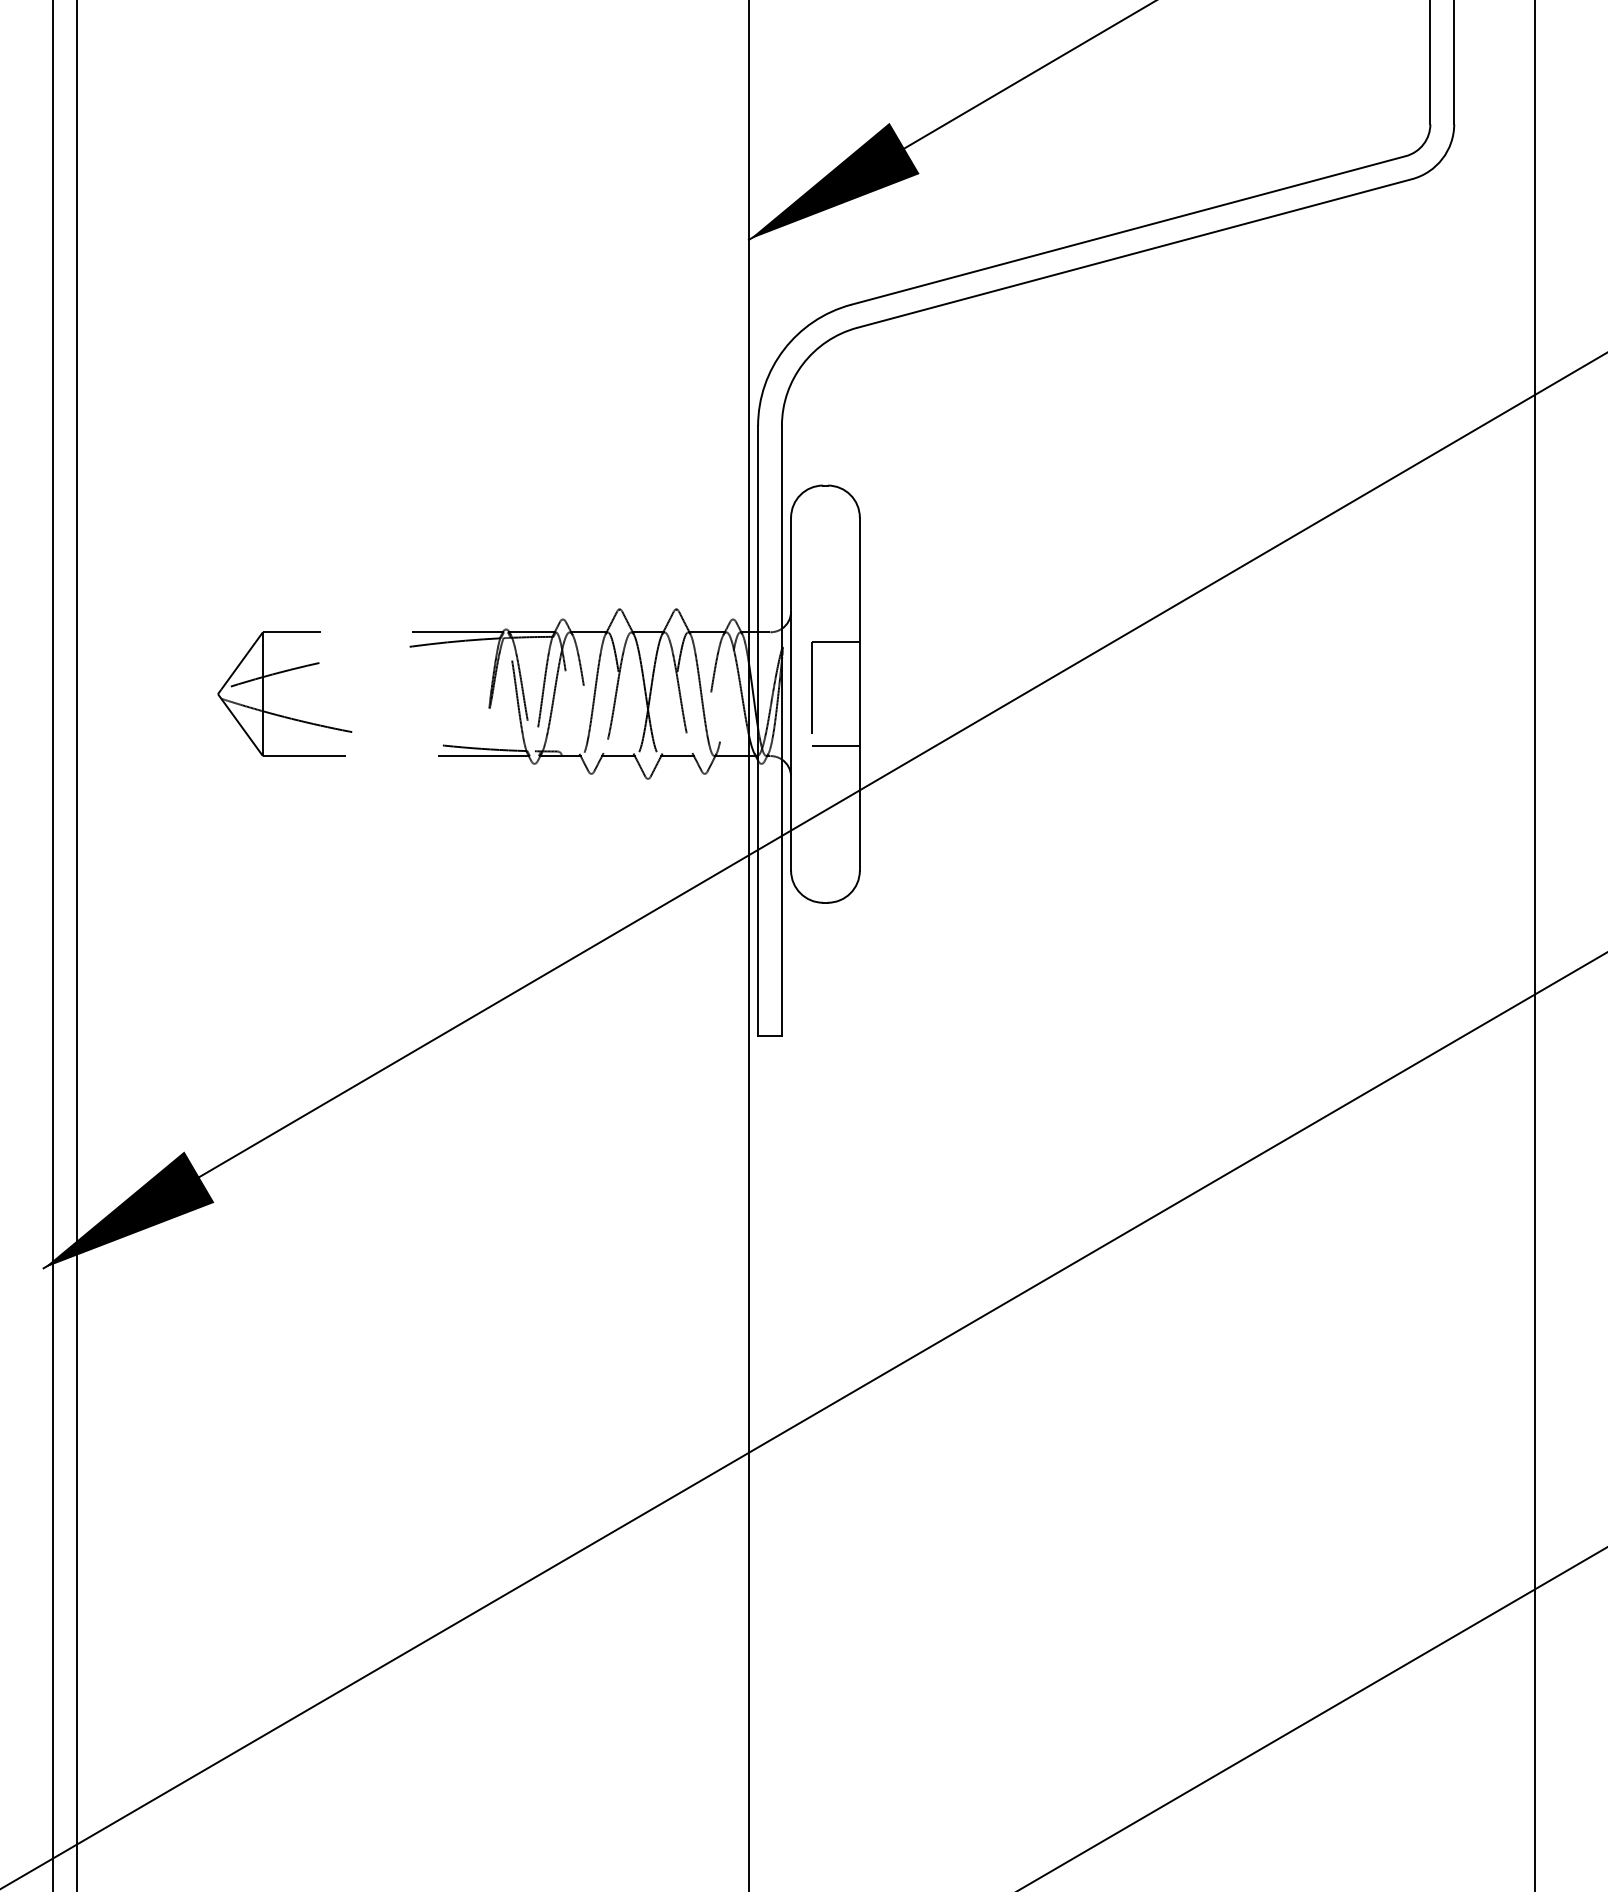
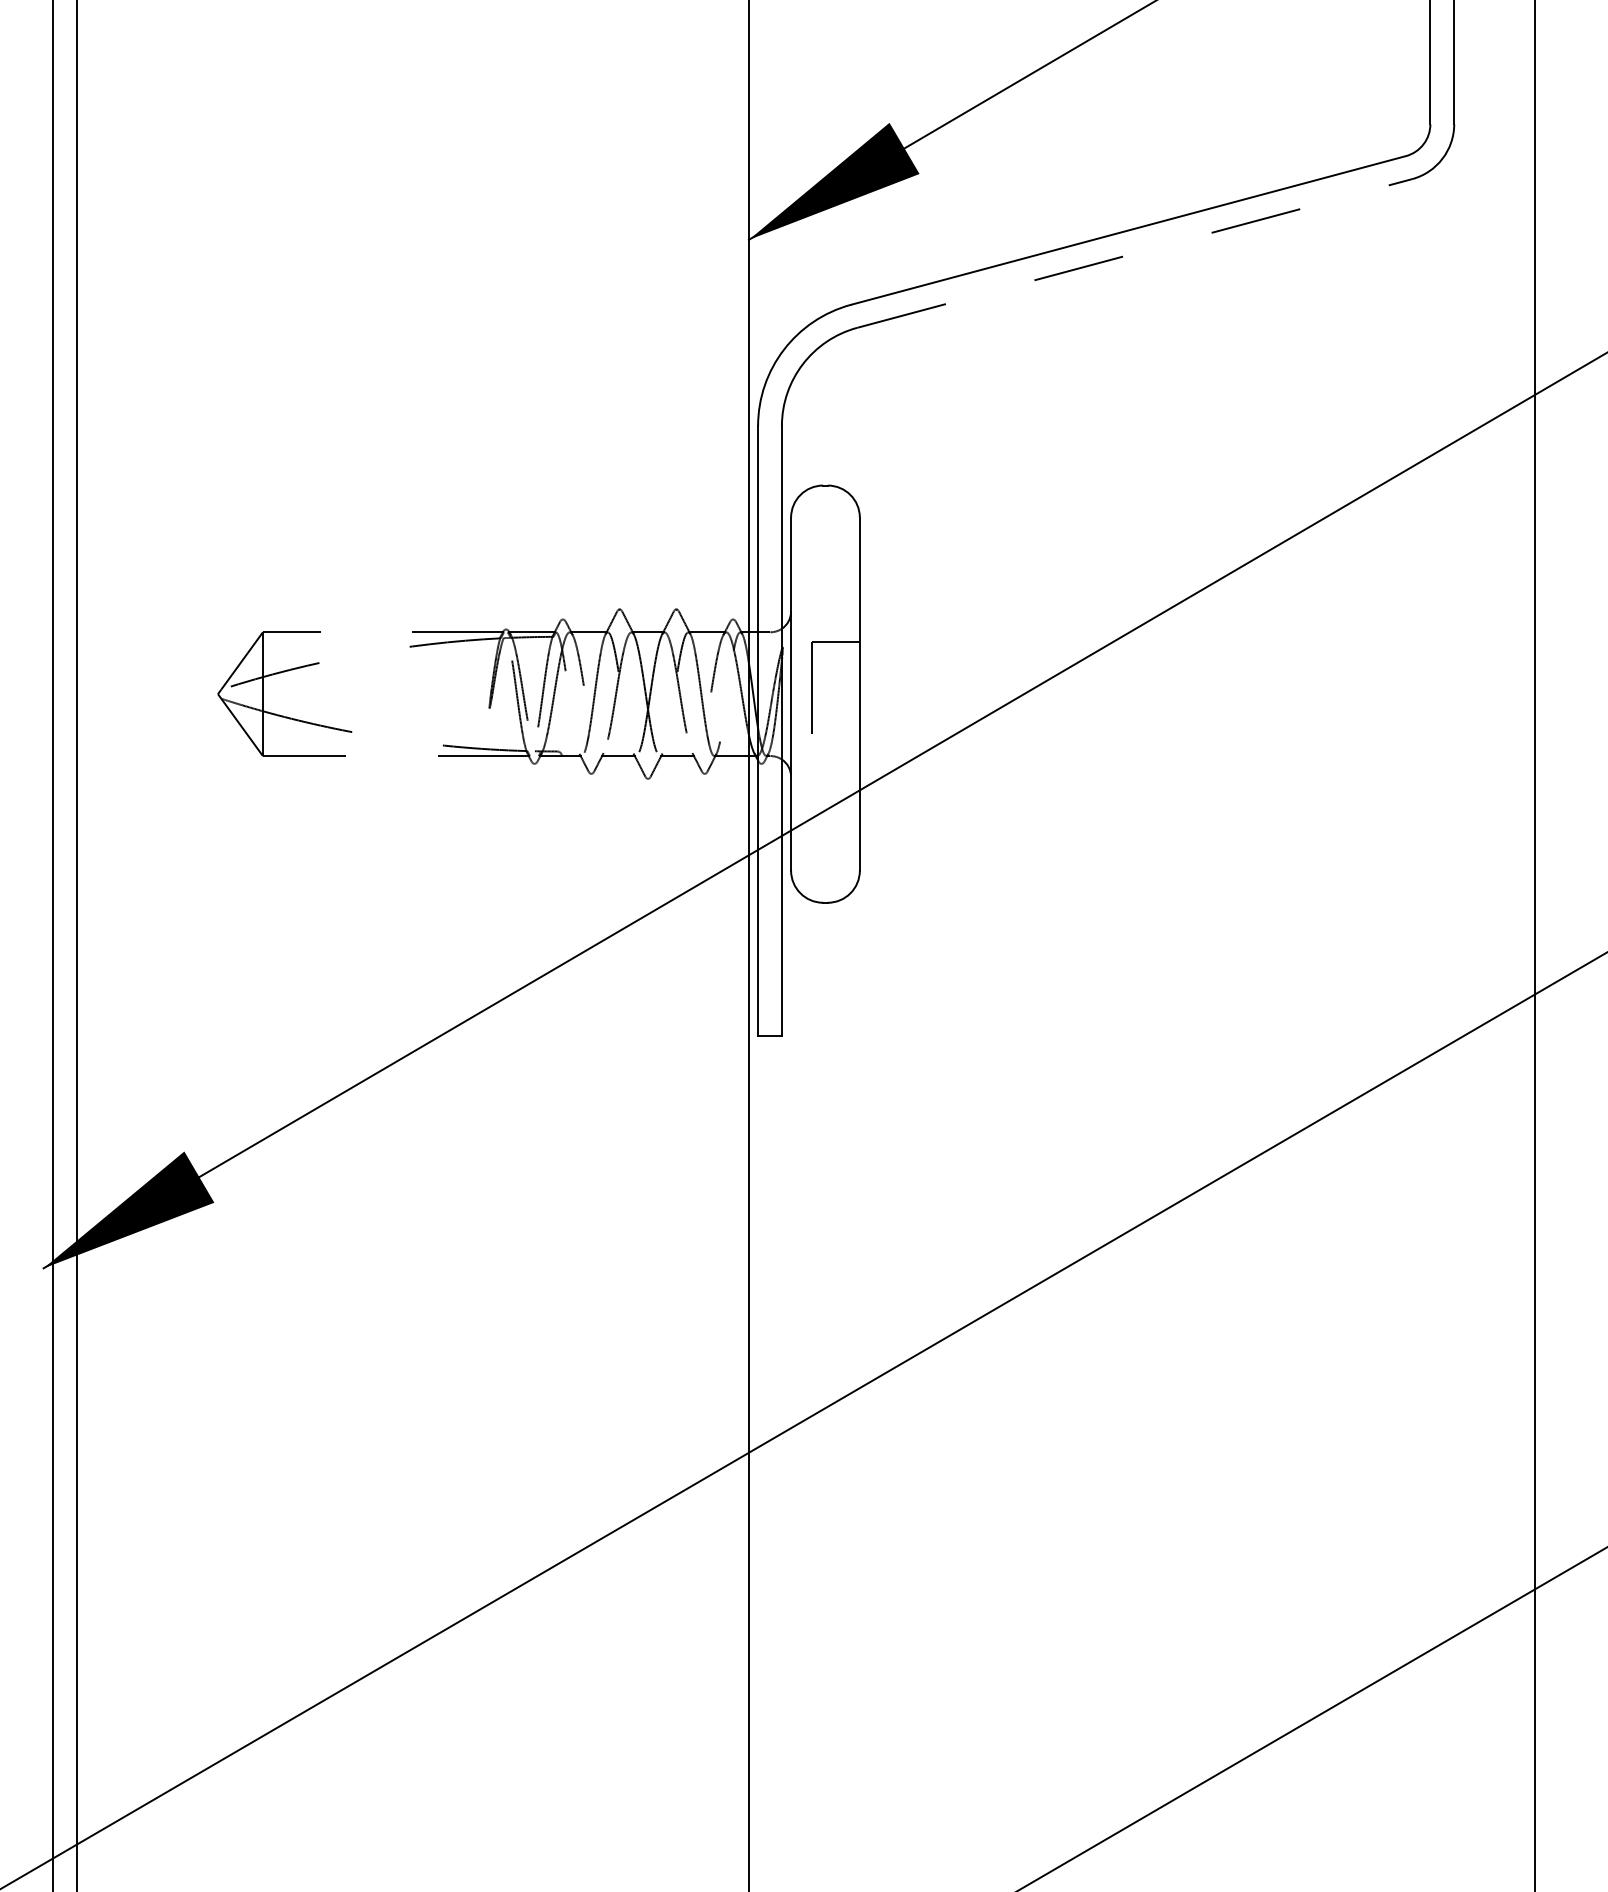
line at (1135, 253): solid -> dashed
line at (835, 745): present -> none
